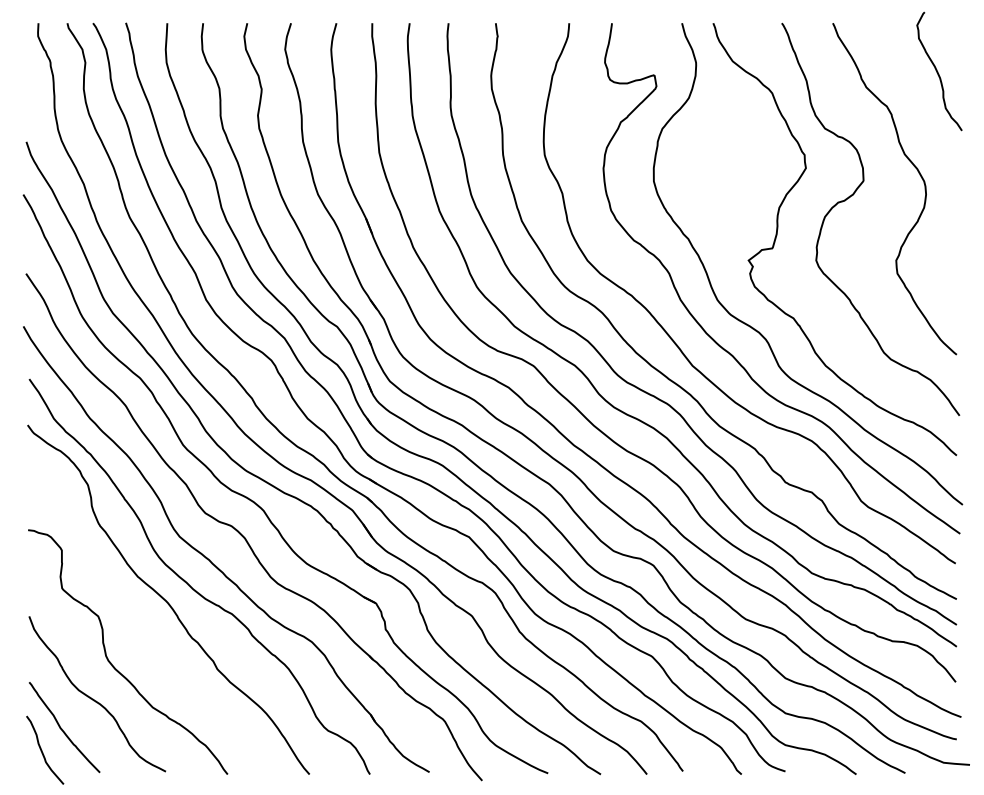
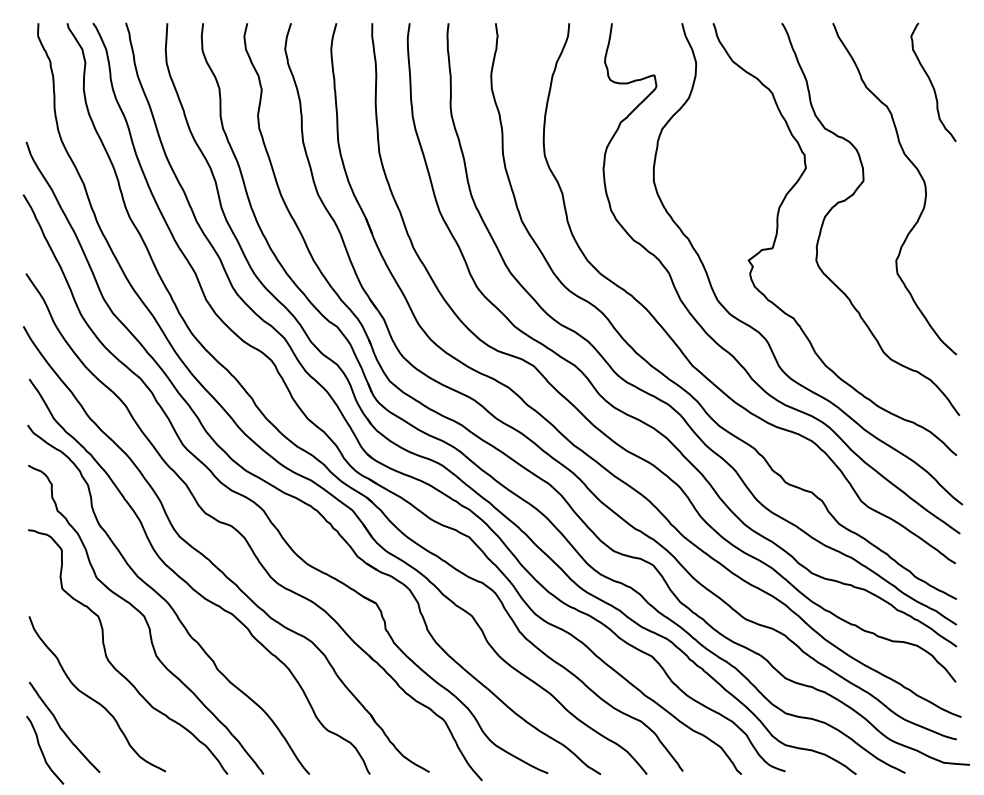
curve at (938, 71) position: (938, 71) -> (932, 82)
curve at (146, 619): none -> present
